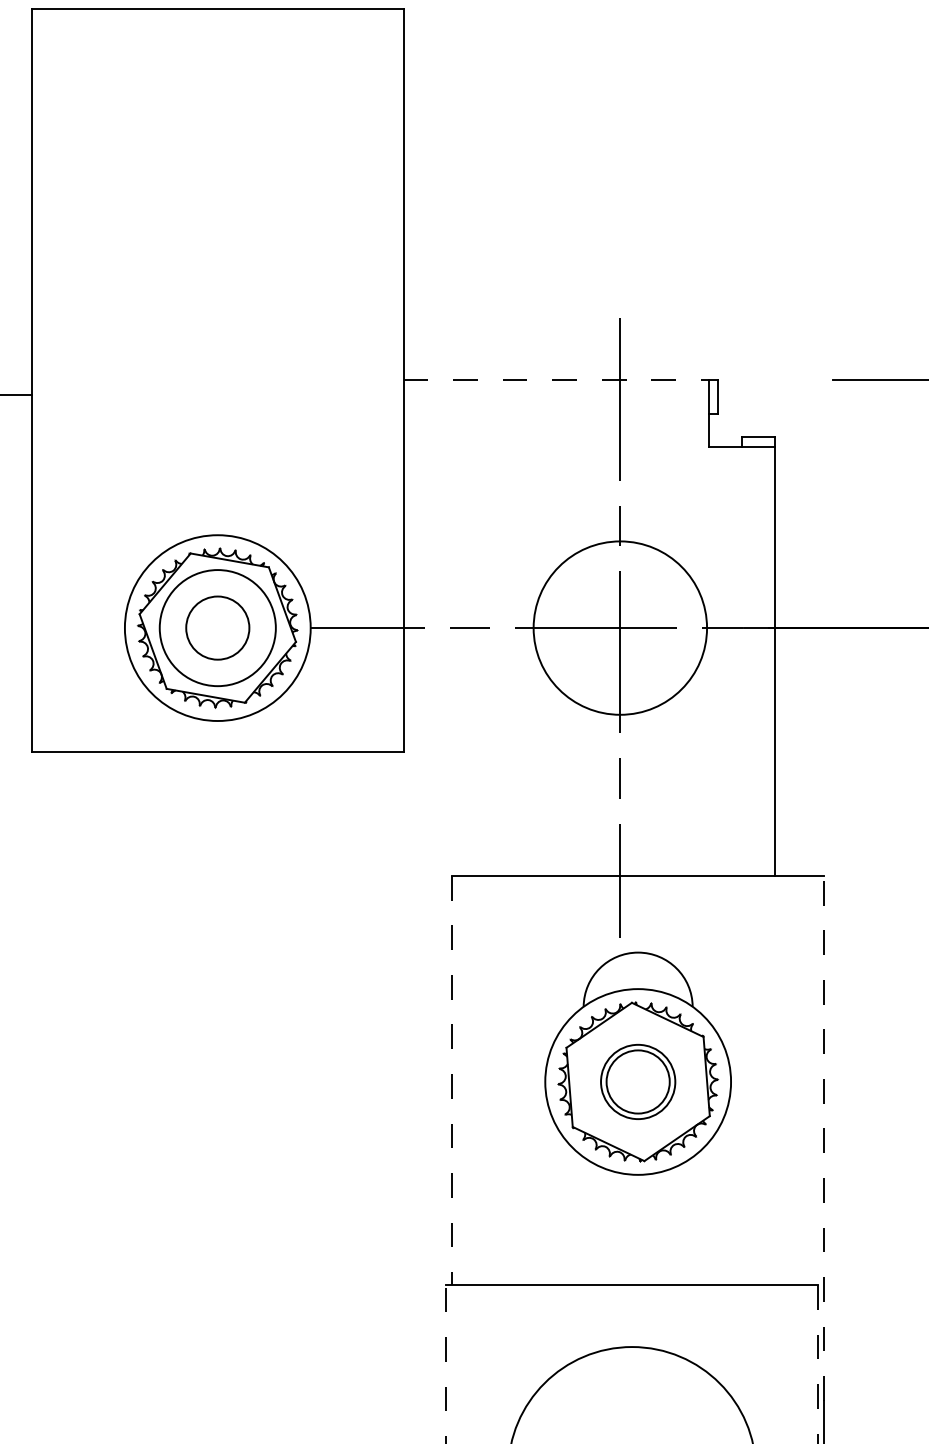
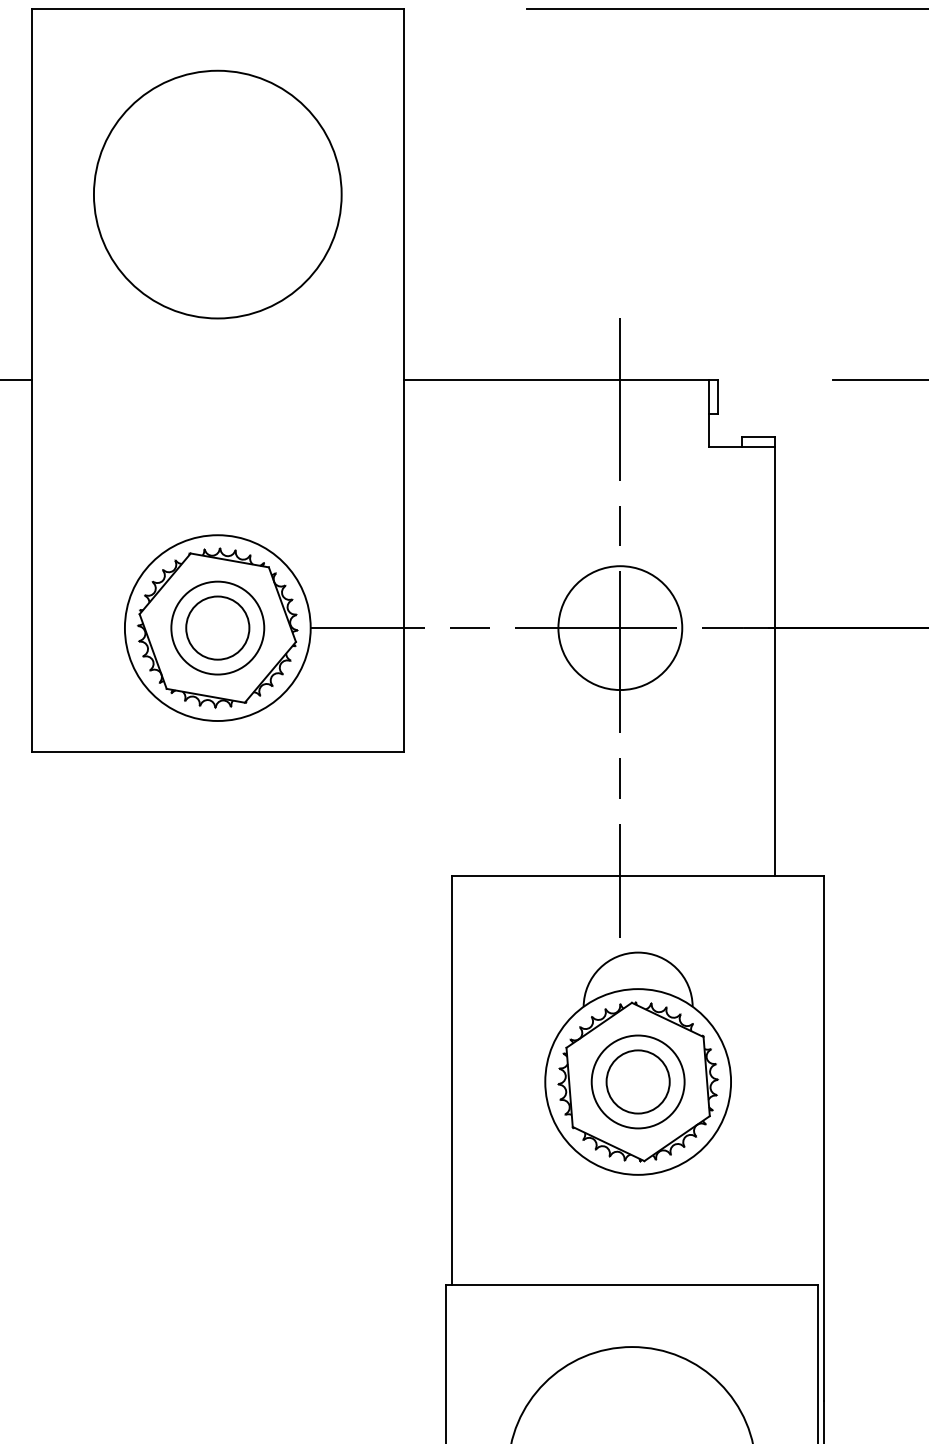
line at (726, 8): none -> present
circle at (217, 194): none -> present
line at (556, 380): dashed -> solid
line at (17, 395) position: (17, 395) -> (17, 380)
circle at (620, 627) diameter: 173 px -> 124 px
circle at (217, 628) diameter: 116 px -> 93 px
line at (452, 1080): dashed -> solid
circle at (638, 1081) diameter: 74 px -> 93 px
line at (823, 1138): dashed -> solid
line at (446, 1363): dashed -> solid
line at (817, 1364): dashed -> solid
